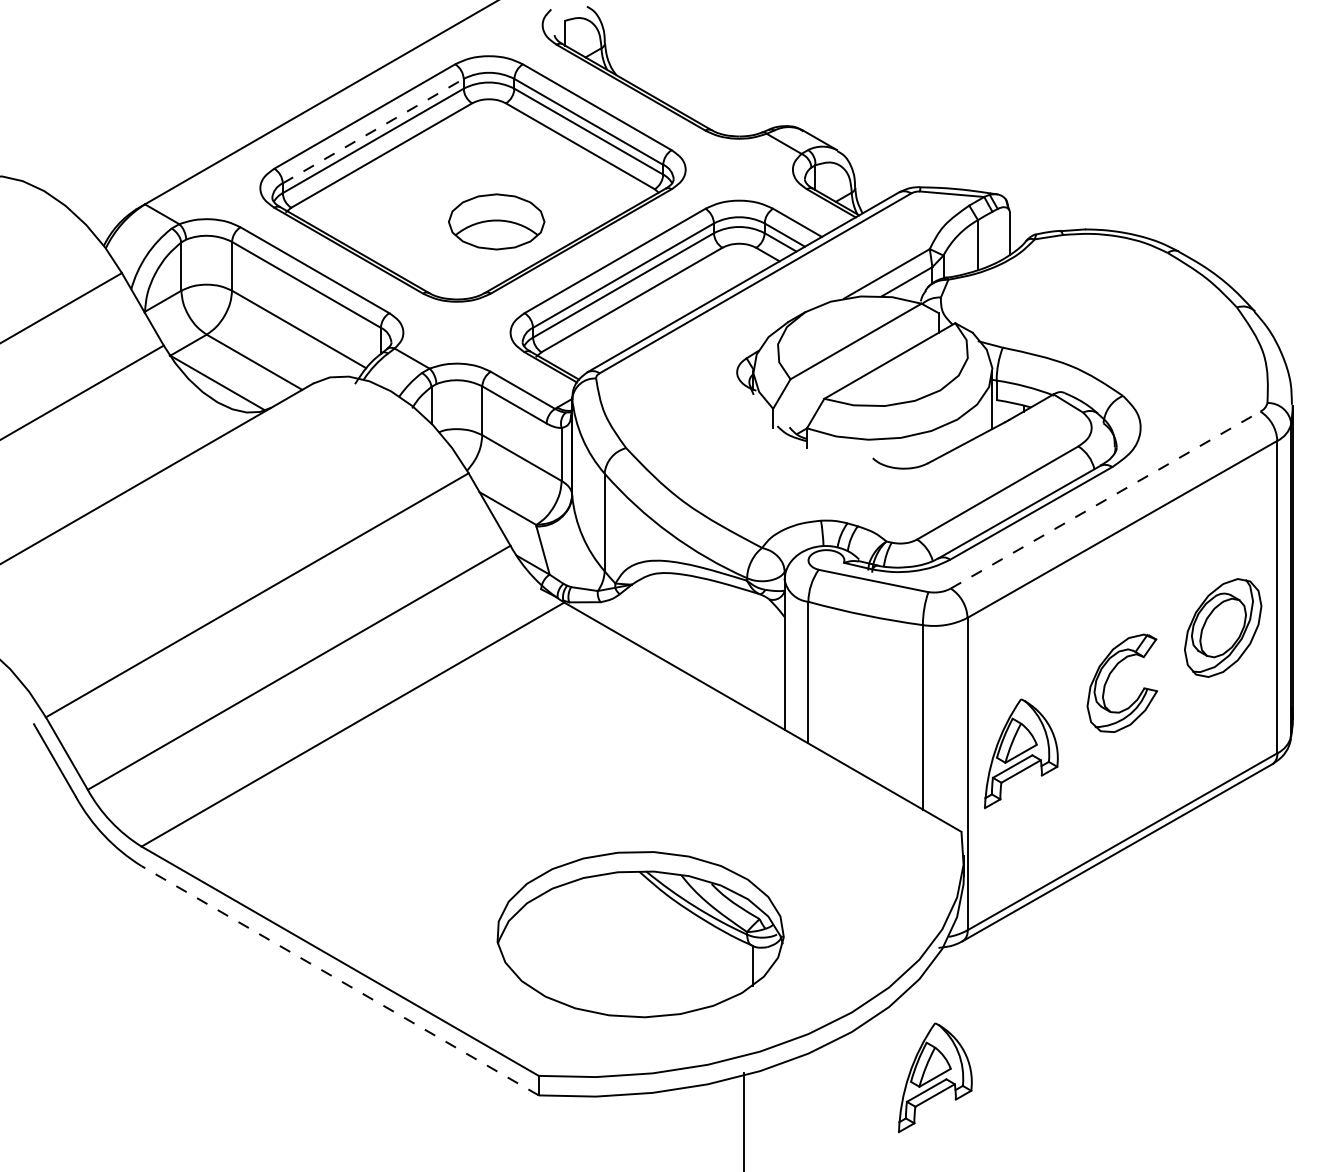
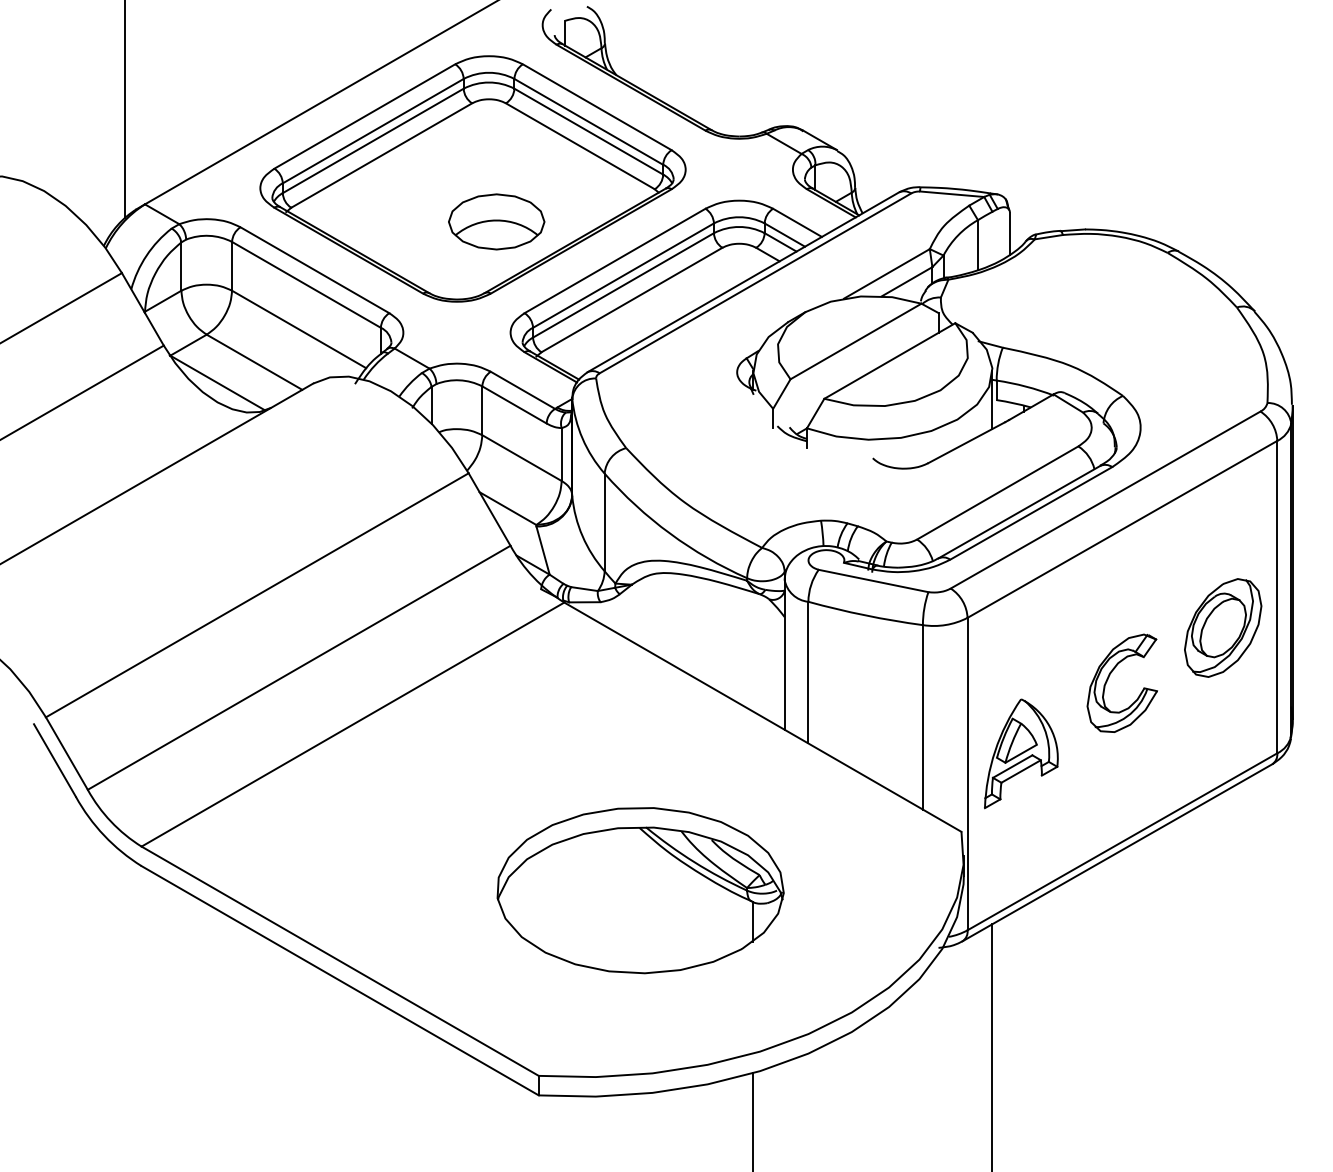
line at (124, 110): none -> present
line at (373, 130): dashed -> solid
line at (1106, 499): dashed -> solid
part at (640, 934) position: (640, 934) -> (640, 890)
line at (339, 980): dashed -> solid
line at (992, 1046): none -> present
part at (935, 1077): present -> none
line at (744, 1120) position: (744, 1120) -> (753, 1120)
